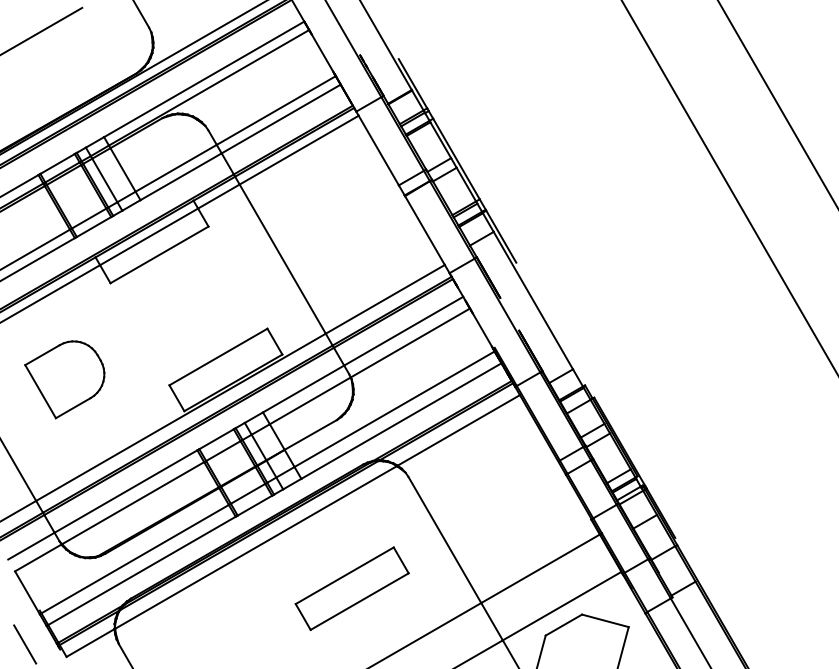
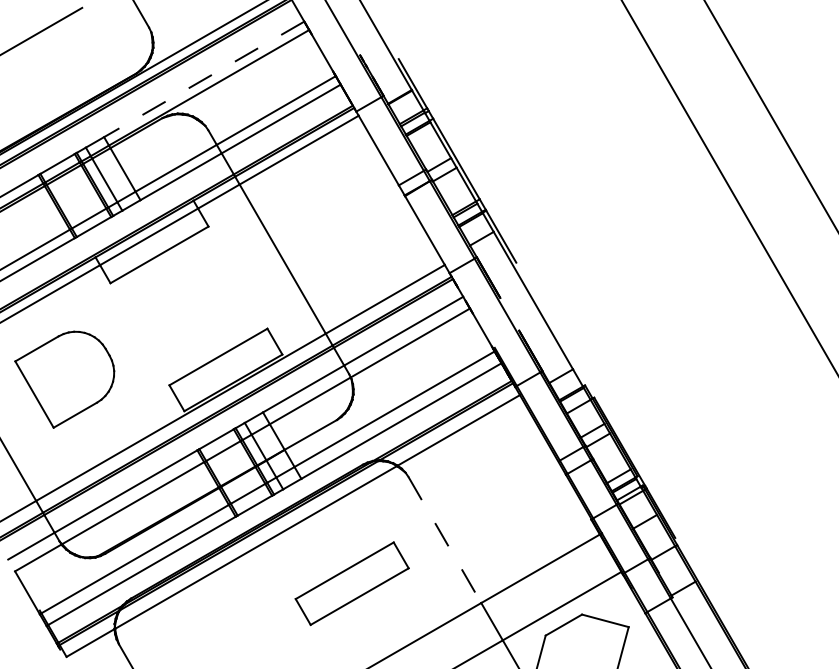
line at (204, 79): solid -> dashed
line at (776, 103) position: (776, 103) -> (770, 115)
part at (64, 379) size: 82x80 px -> 102x99 px
line at (444, 539): solid -> dashed
part at (351, 588) position: (351, 588) -> (351, 583)
line at (25, 644): present -> none
